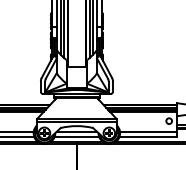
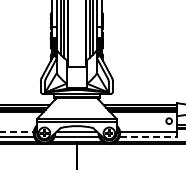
line at (17, 131): solid -> dashed
line at (148, 136): solid -> dashed
